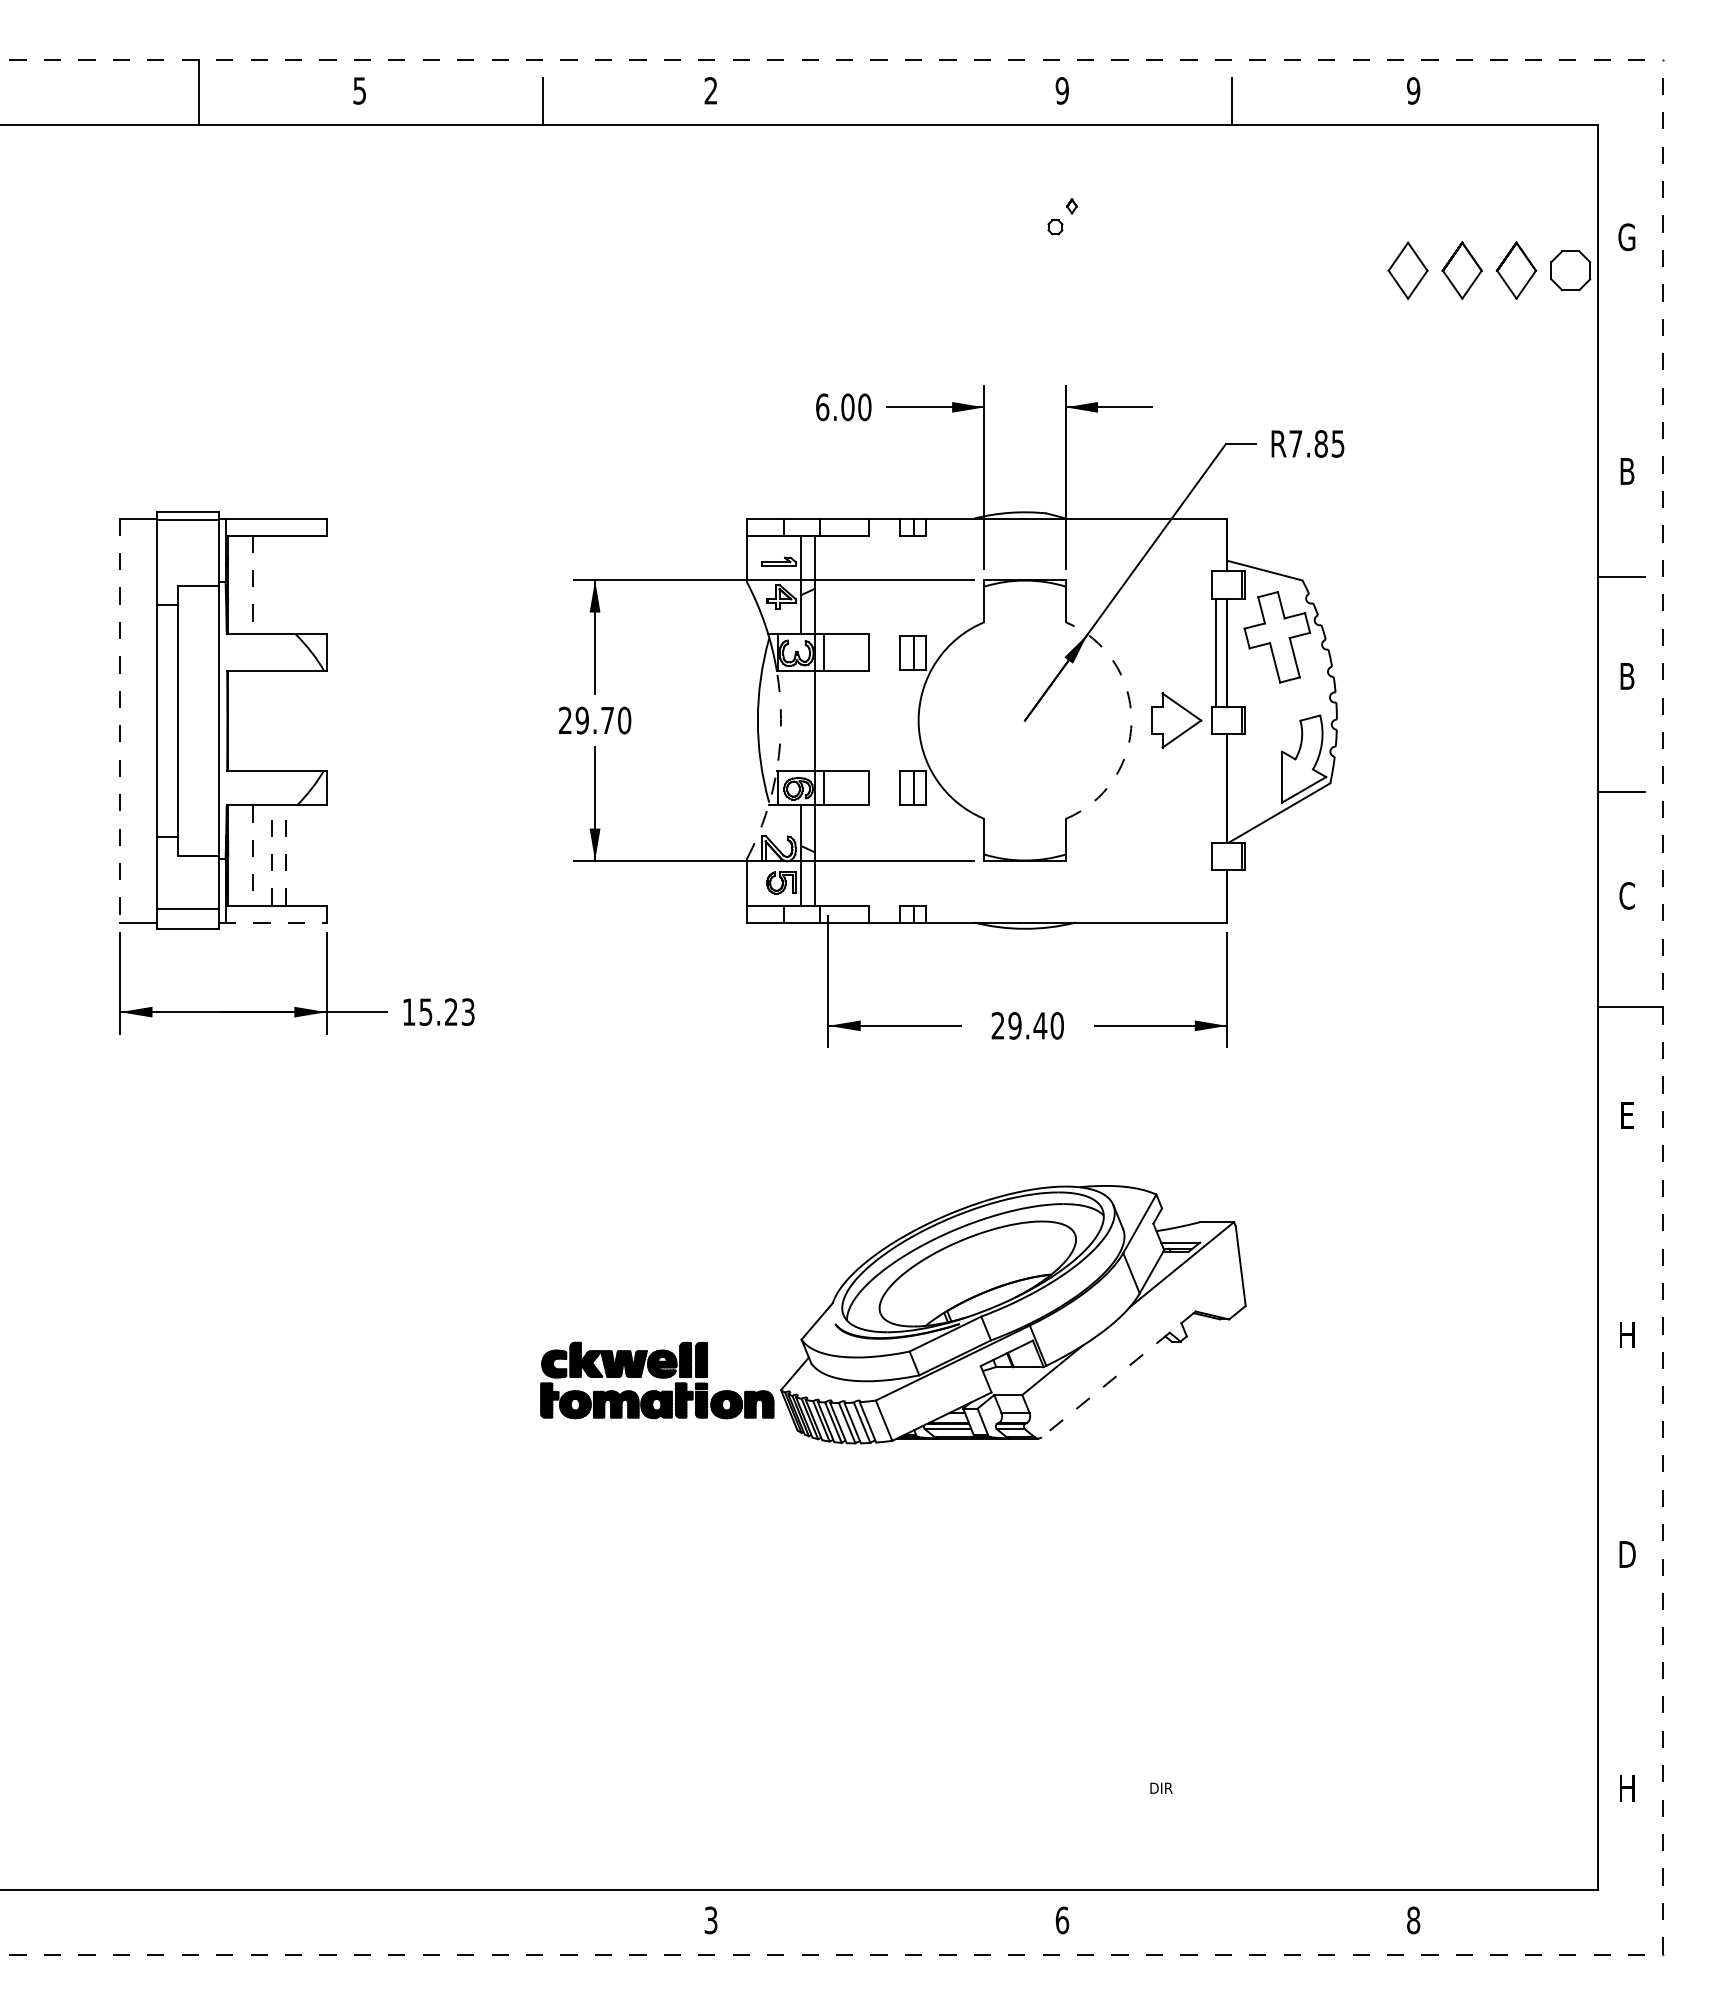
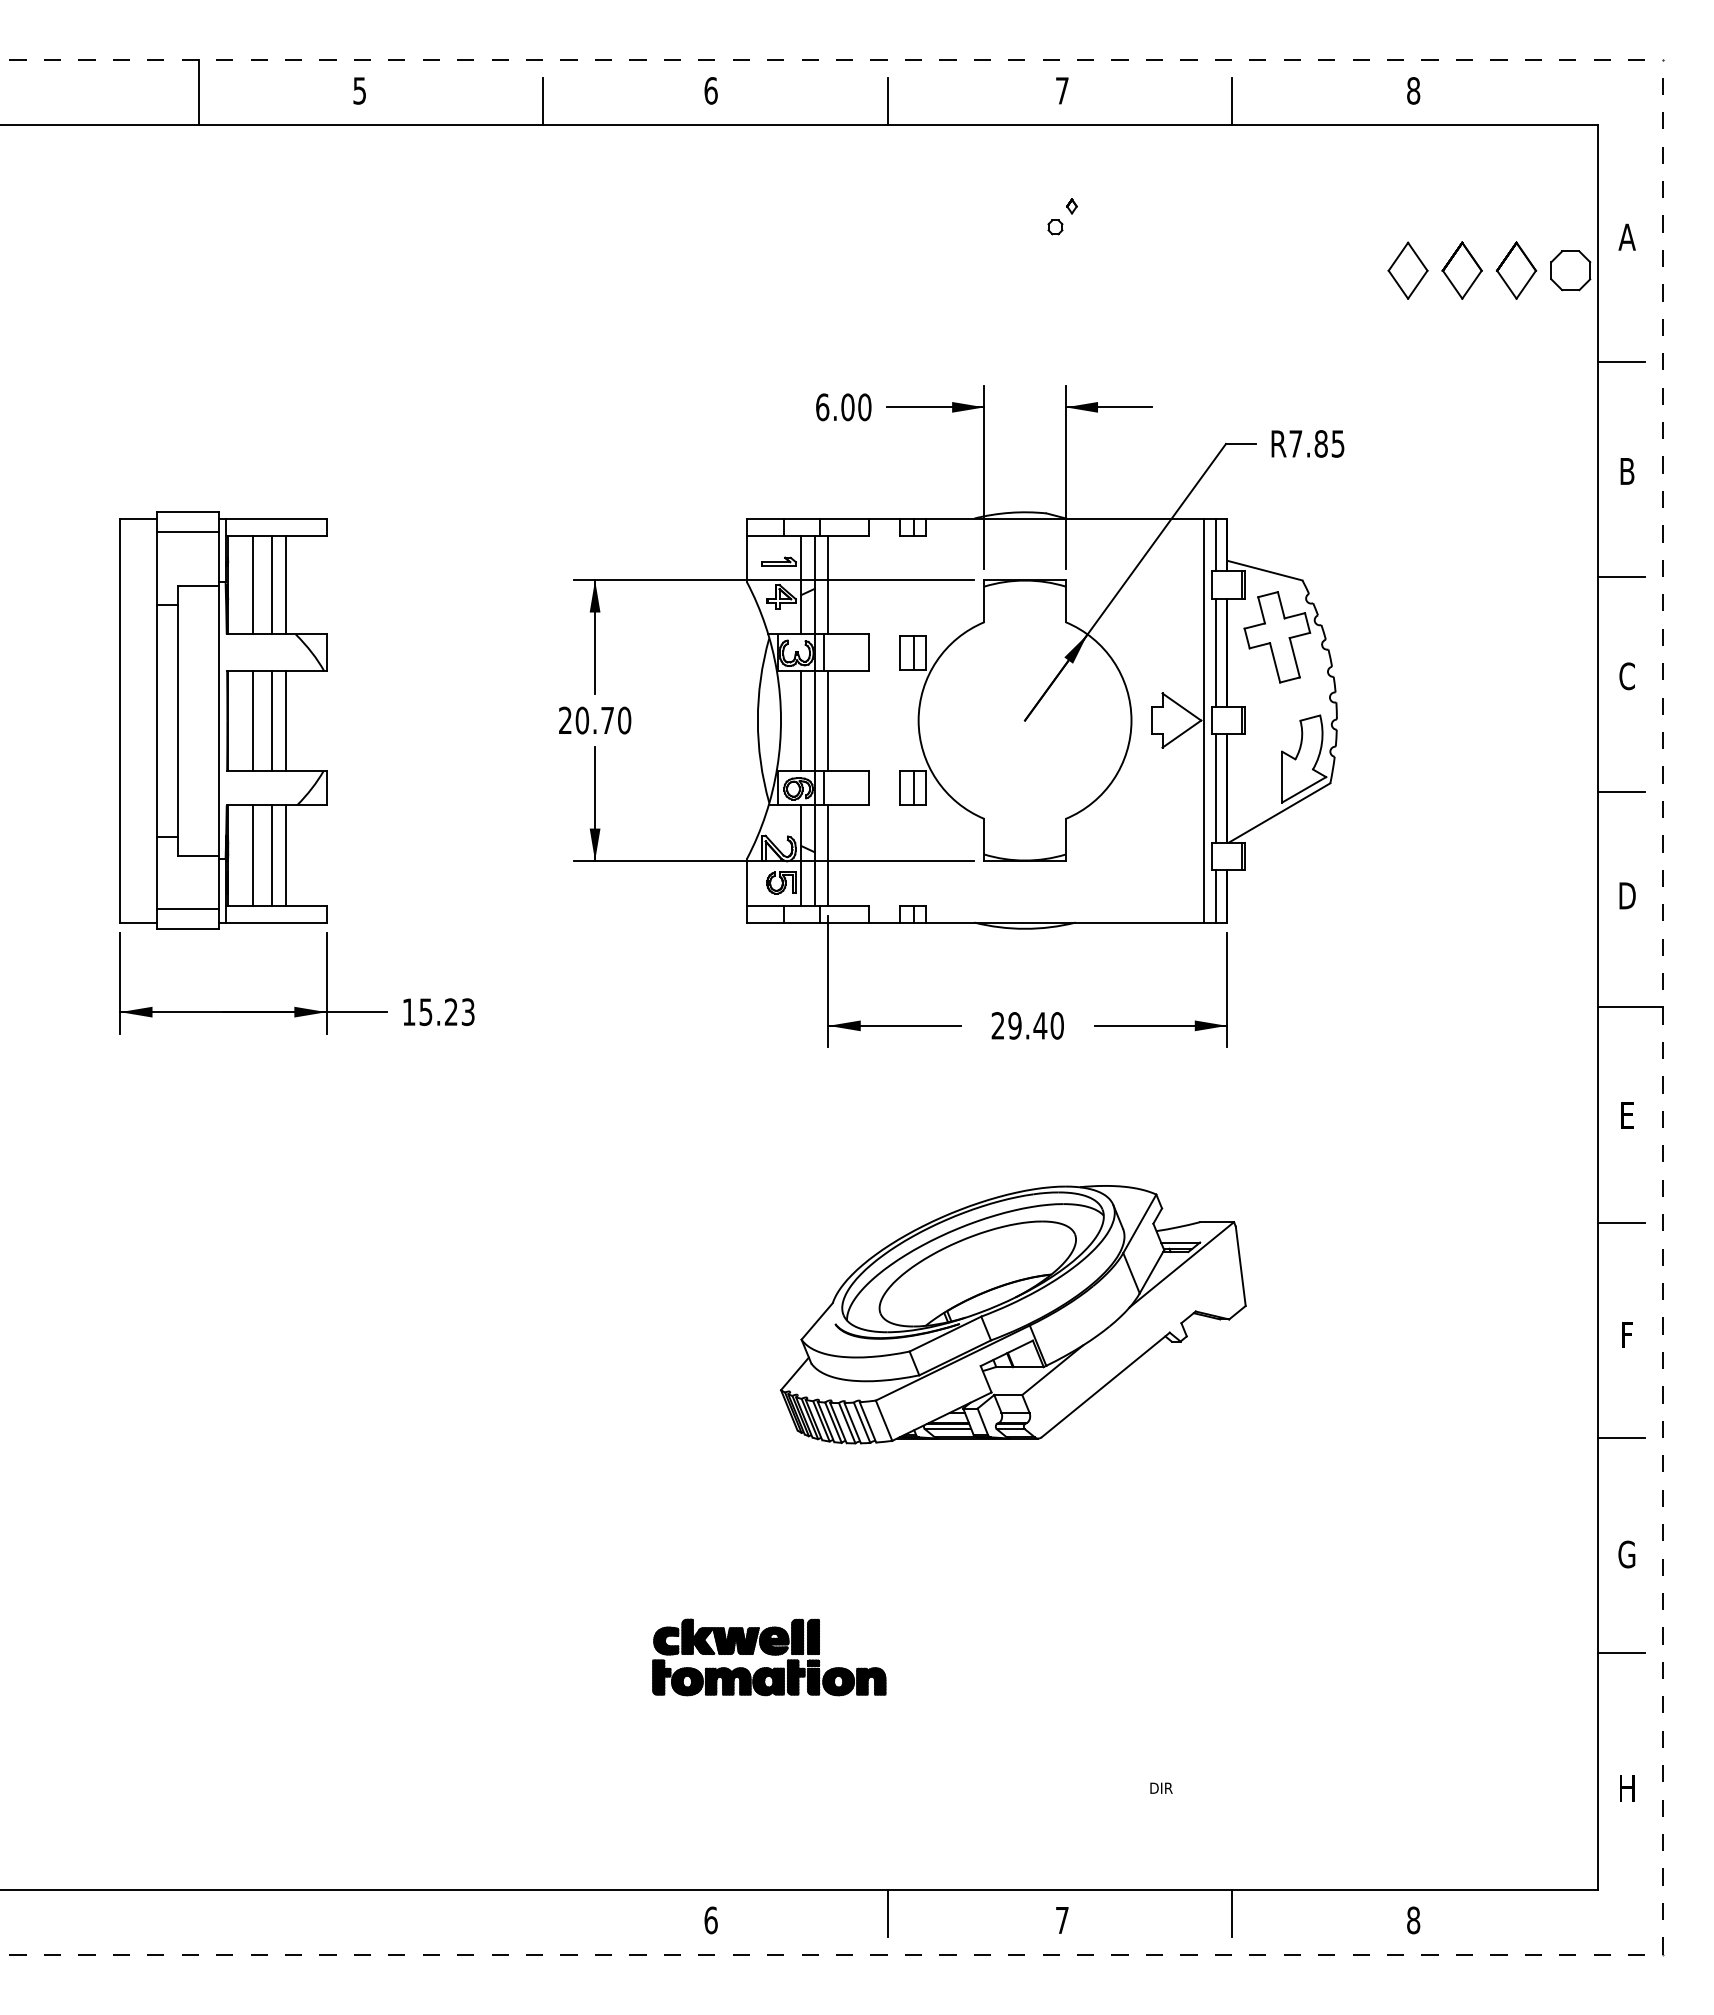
text at (710, 90): 2 -> 6
text at (1061, 90): 9 -> 7
text at (1413, 90): 9 -> 8
line at (887, 101): none -> present
text at (1626, 237): G -> A
line at (1621, 361): none -> present
line at (187, 519) position: (187, 519) -> (187, 531)
line at (1215, 544): none -> present
line at (272, 584): none -> present
line at (285, 584): none -> present
line at (828, 584): none -> present
line at (253, 585): dashed -> solid
text at (1626, 676): B -> C
text at (582, 720): 29.70 -> 20.70
arc at (1131, 720): dashed -> solid
line at (1204, 720): none -> present
line at (120, 721): dashed -> solid
line at (253, 721): none -> present
line at (272, 721): none -> present
line at (285, 721): none -> present
line at (801, 721): none -> present
line at (828, 721): none -> present
arc at (777, 767): dashed -> solid
line at (1215, 788): none -> present
line at (272, 854): dashed -> solid
line at (285, 854): dashed -> solid
line at (253, 855): dashed -> solid
line at (828, 855): none -> present
line at (1215, 895): none -> present
text at (1627, 895): C -> D
line at (272, 922): dashed -> solid
line at (1621, 1222): none -> present
text at (1627, 1334): H -> F
part at (657, 1380) position: (657, 1380) -> (769, 1657)
line at (1105, 1384): dashed -> solid
line at (1621, 1437): none -> present
text at (1626, 1554): D -> G
line at (1621, 1653): none -> present
line at (887, 1913): none -> present
line at (1232, 1913): none -> present
text at (710, 1920): 3 -> 6
text at (1062, 1920): 6 -> 7
